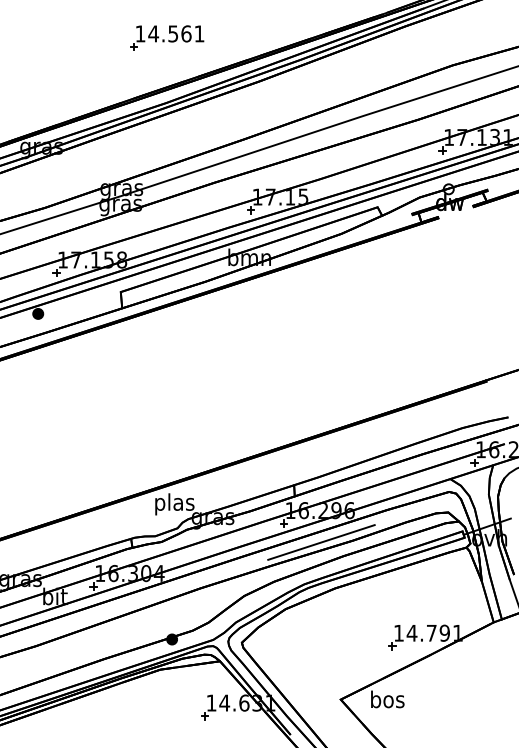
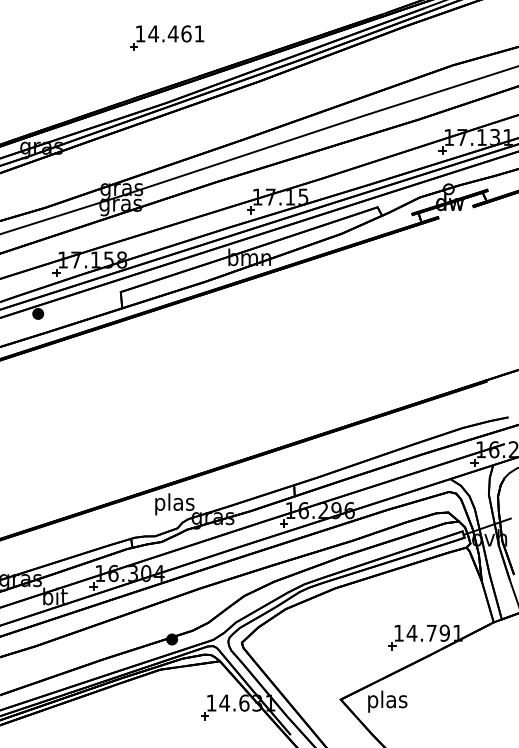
text at (172, 33): 14.561 -> 14.461
line at (321, 542): present -> none
text at (387, 701): bos -> plas
